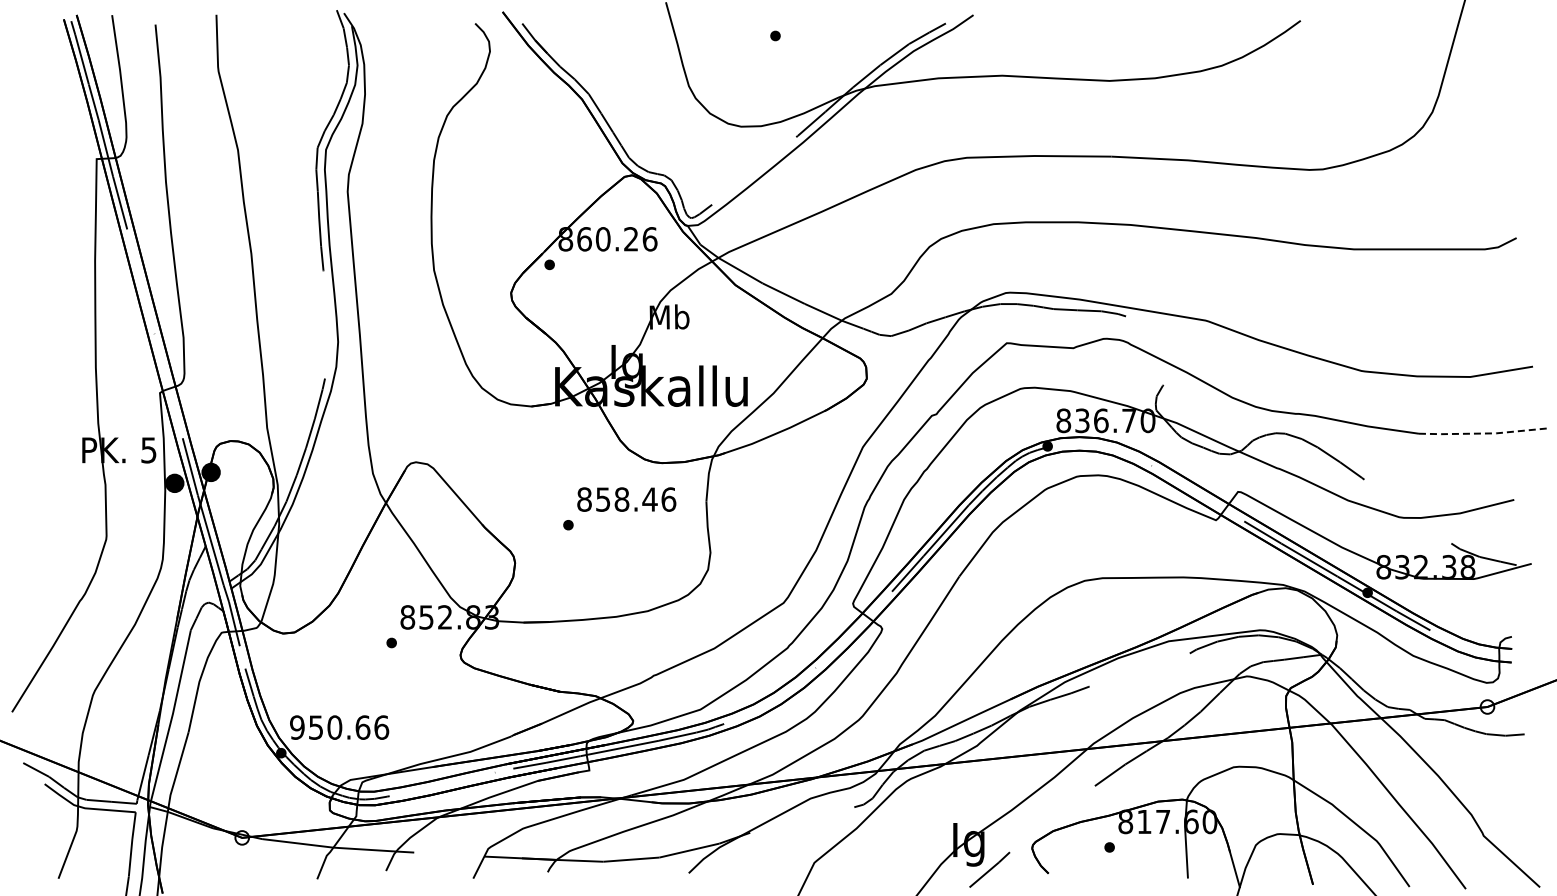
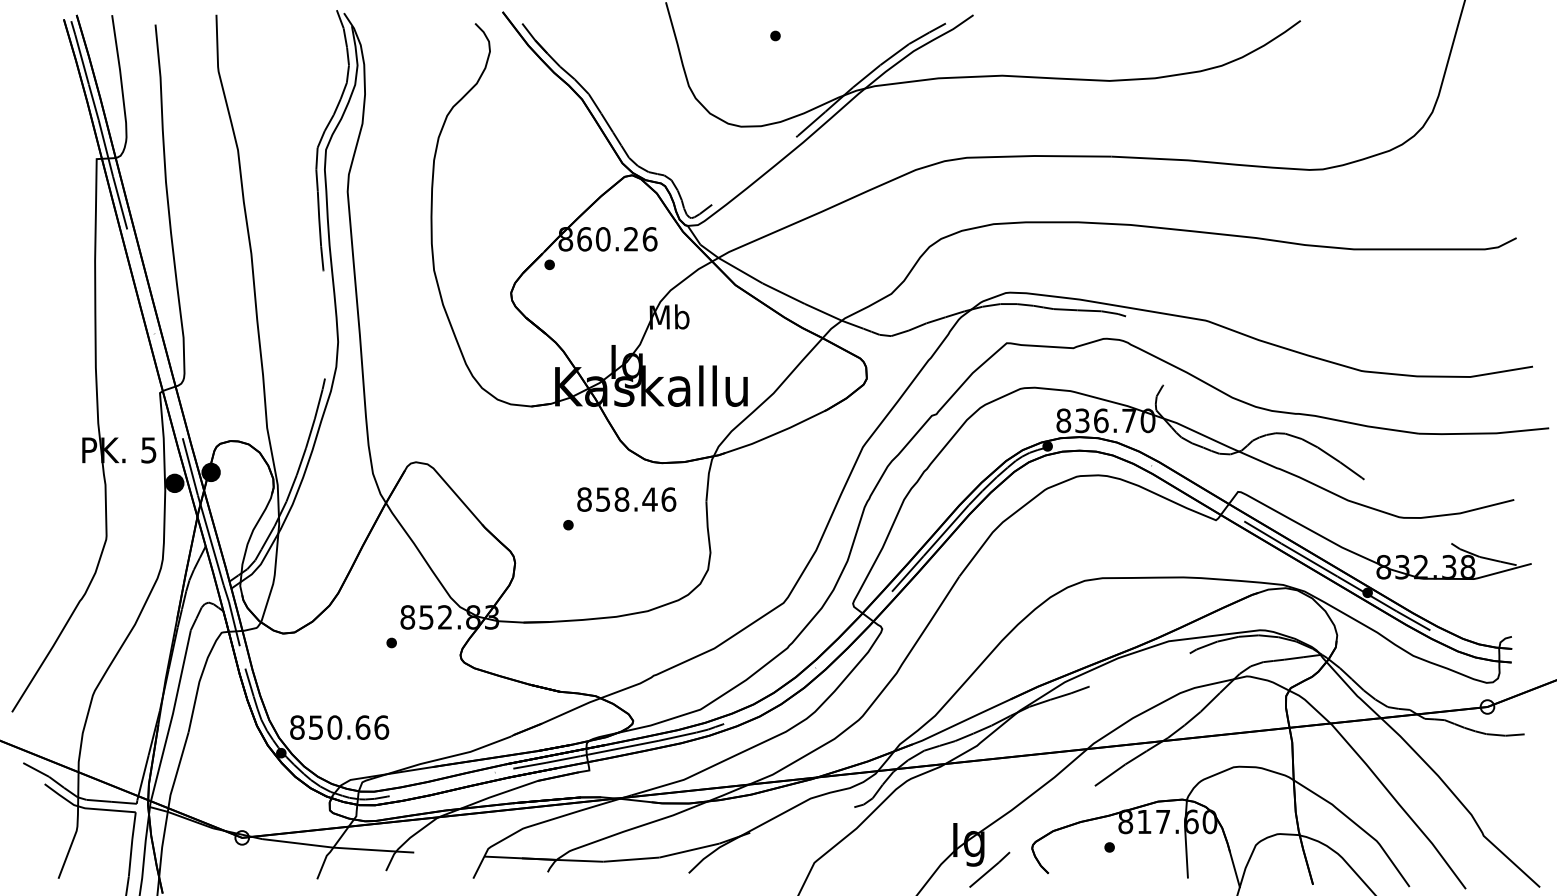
line at (1484, 433): dashed -> solid
text at (297, 727): 950.66 -> 850.66
